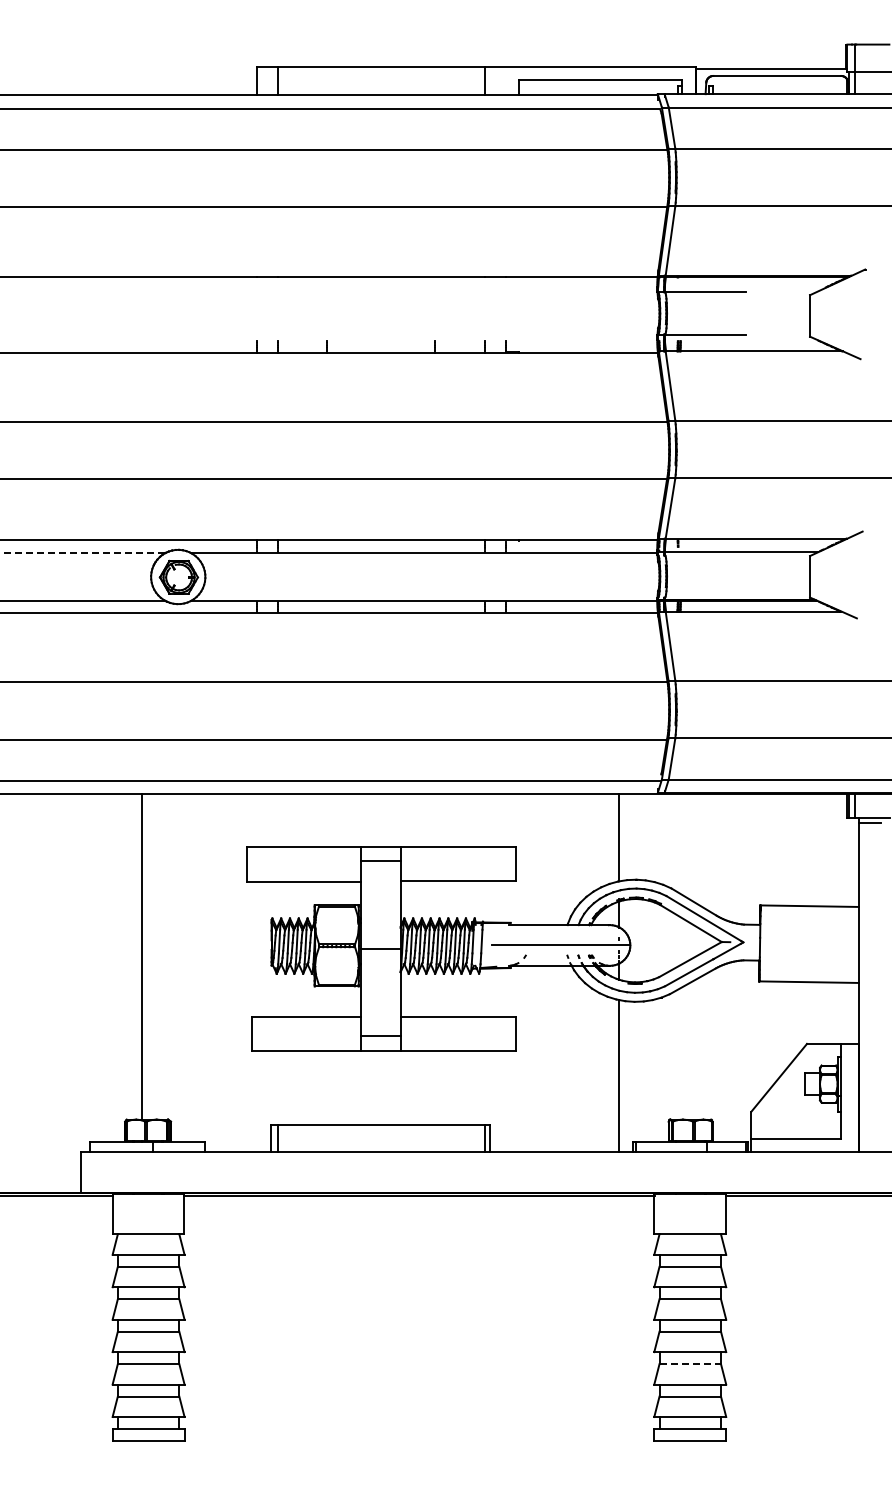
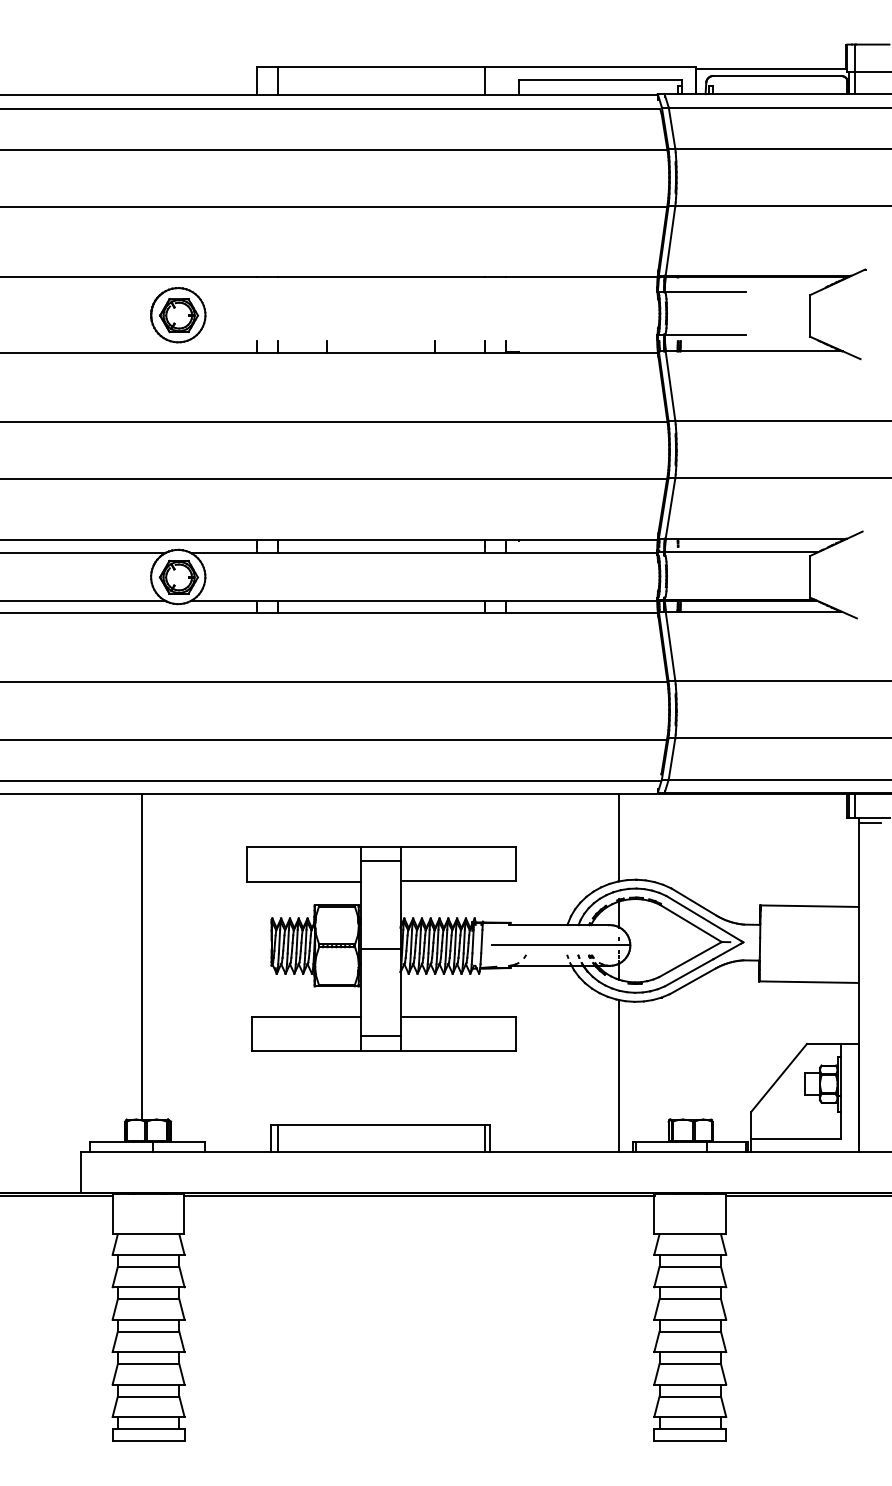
part at (178, 315): none -> present
line at (82, 553): dashed -> solid
line at (690, 1364): dashed -> solid
